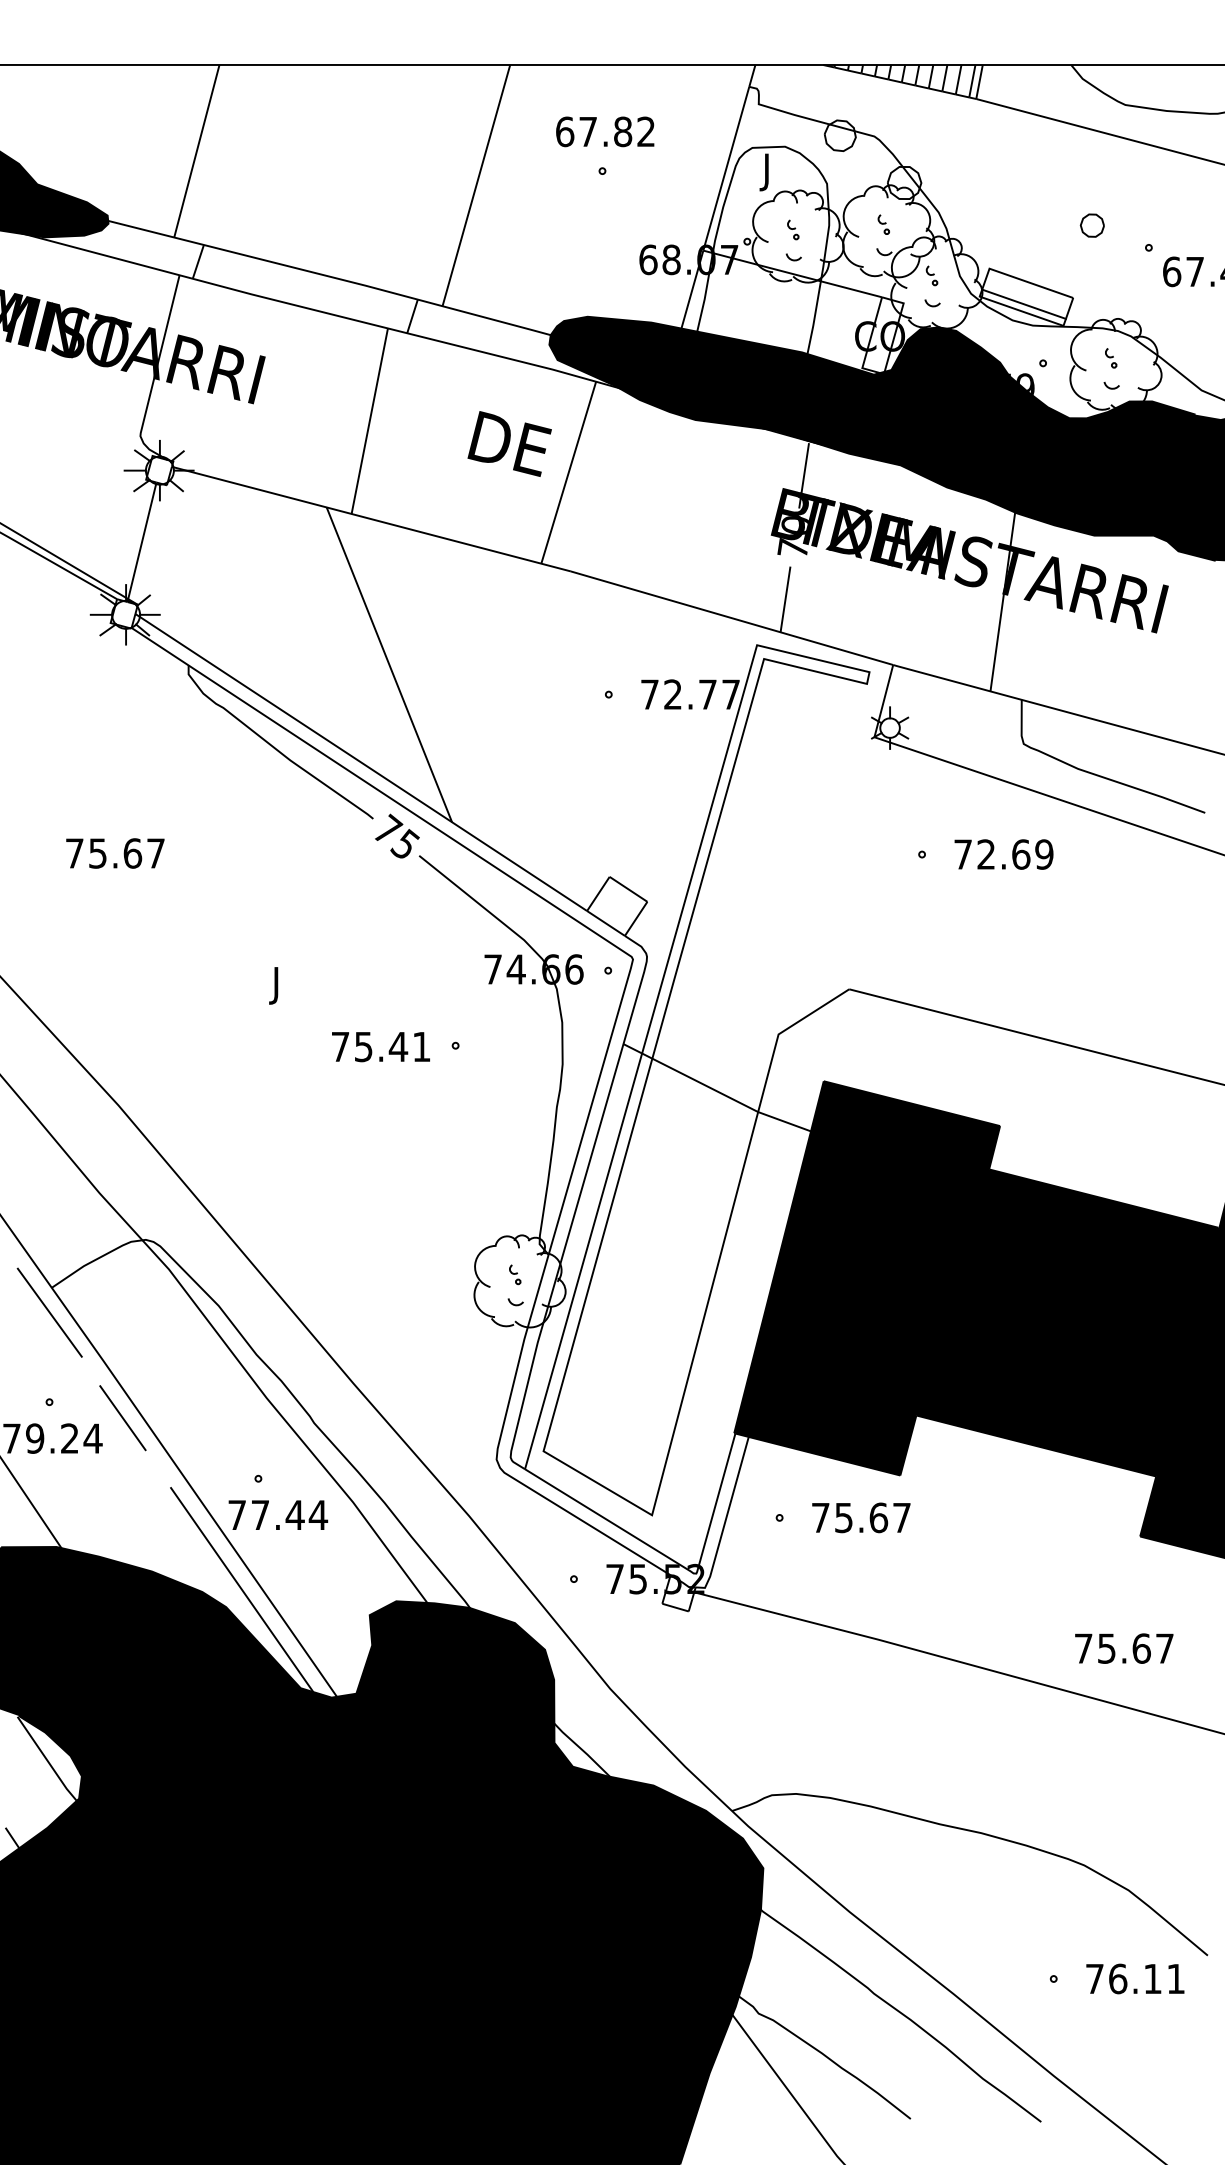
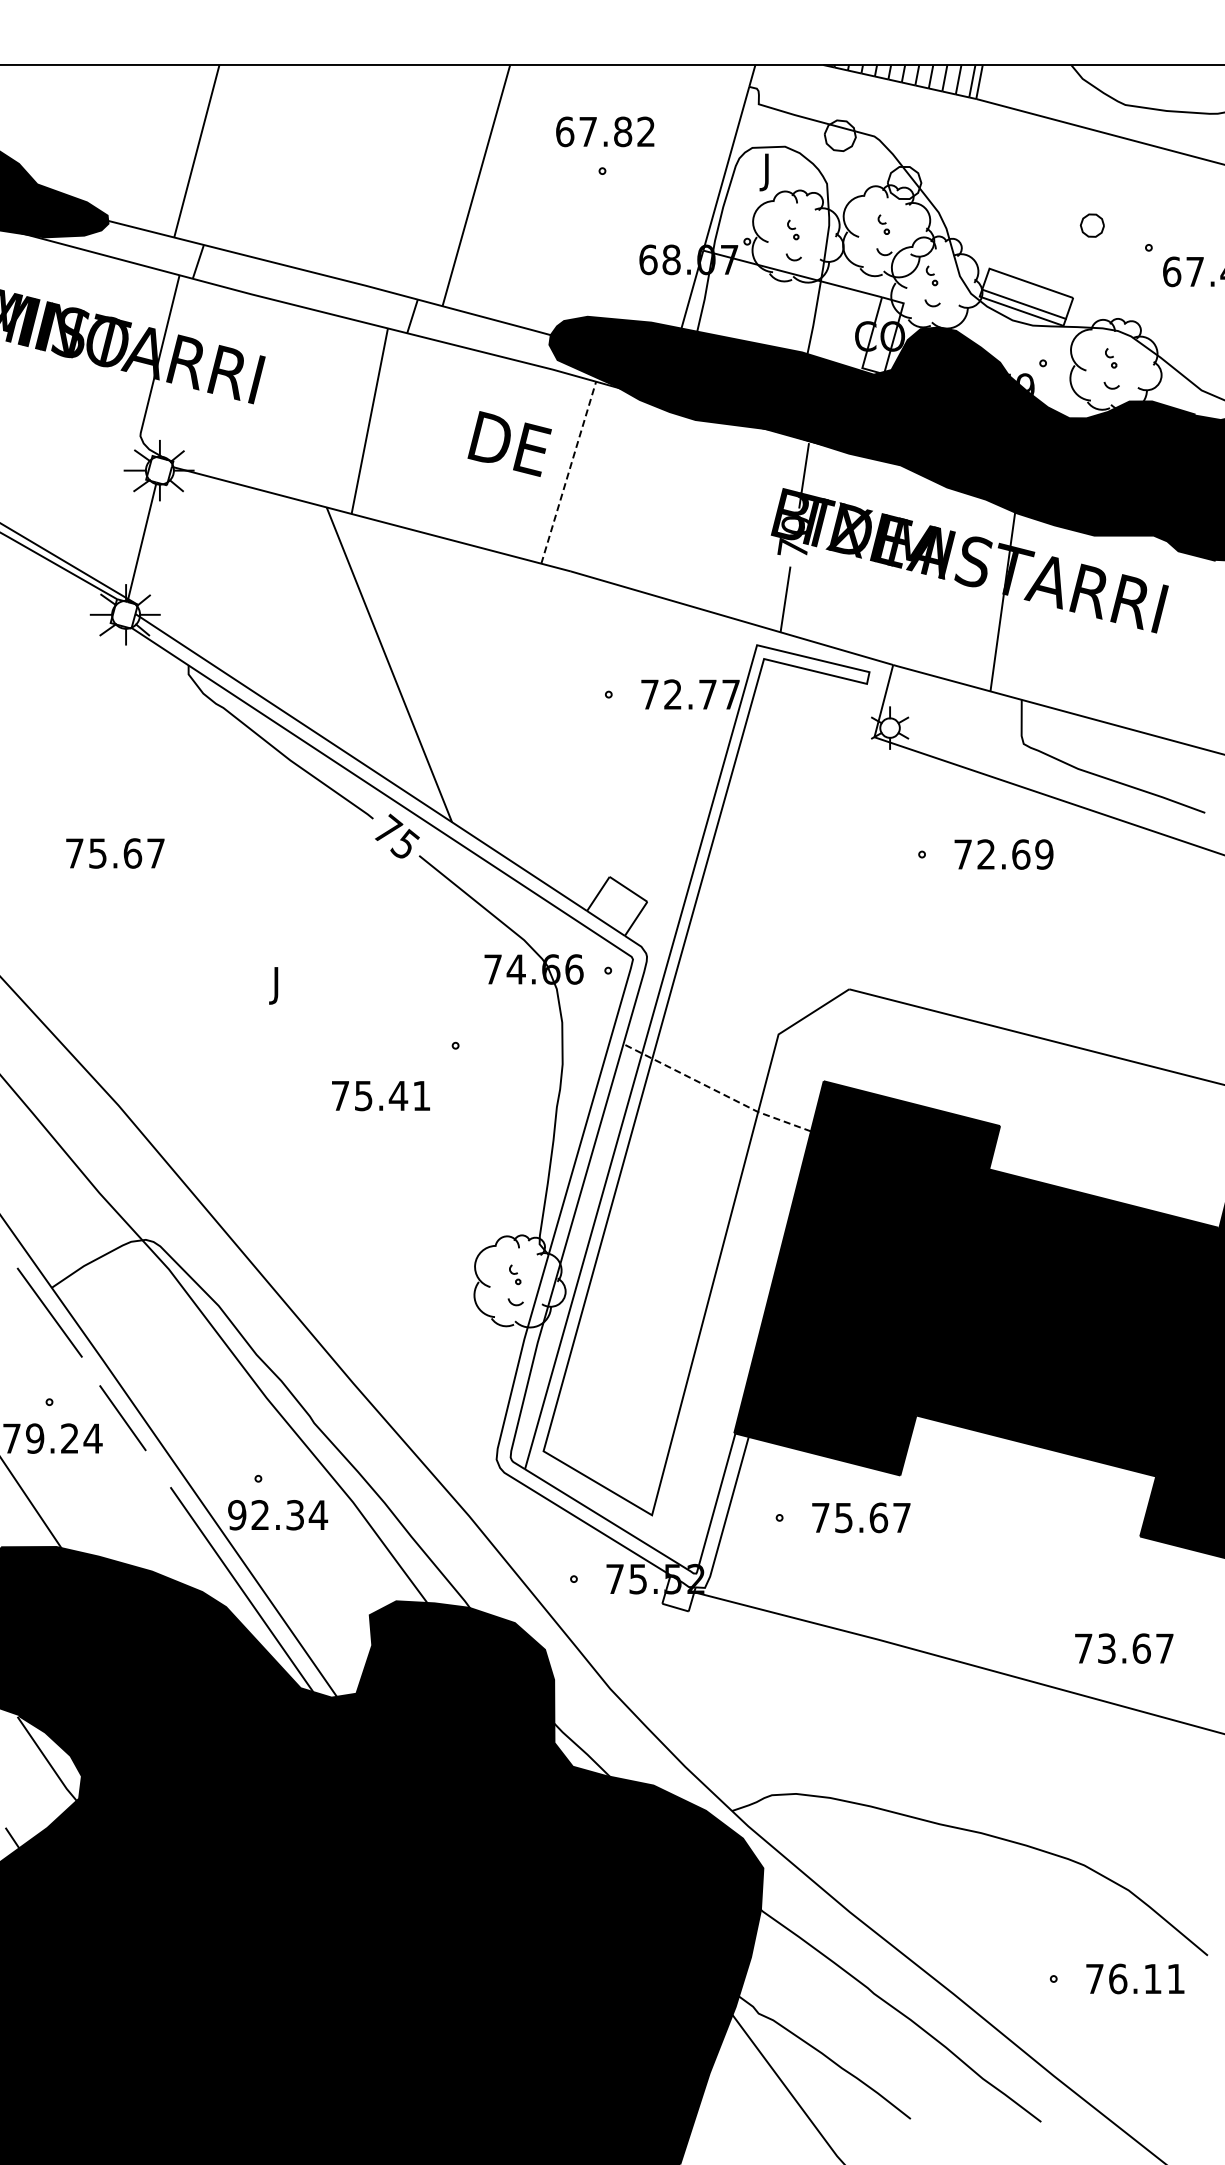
line at (568, 472): solid -> dashed
text at (380, 1047) position: (380, 1047) -> (380, 1096)
line at (716, 1090): solid -> dashed
text at (266, 1515): 77.44 -> 92.34
text at (1106, 1648): 75.67 -> 73.67
